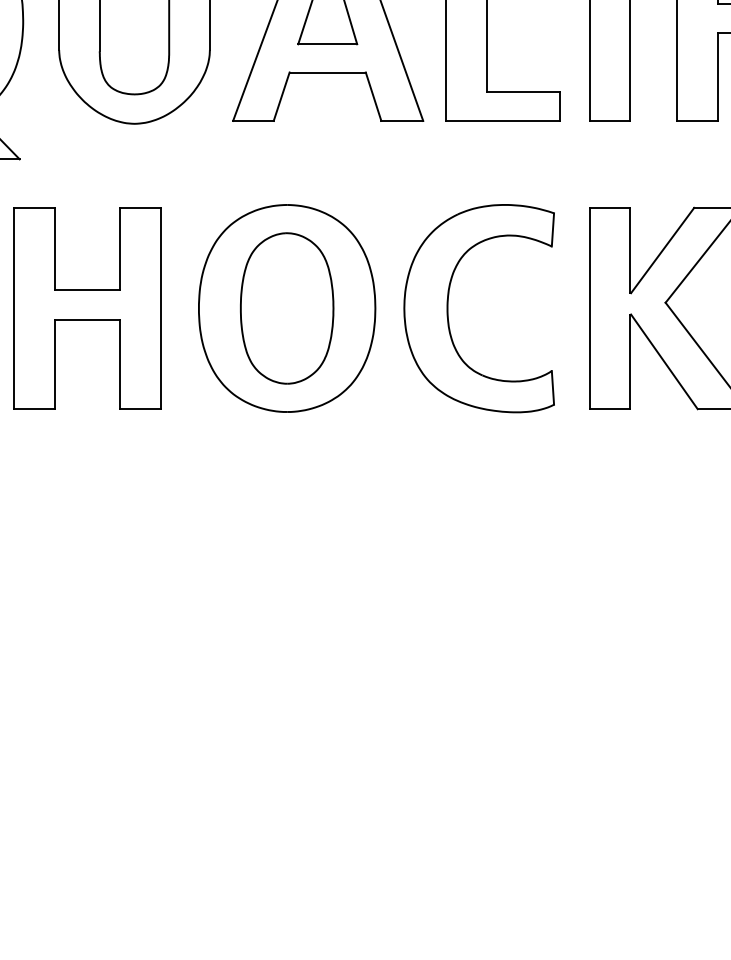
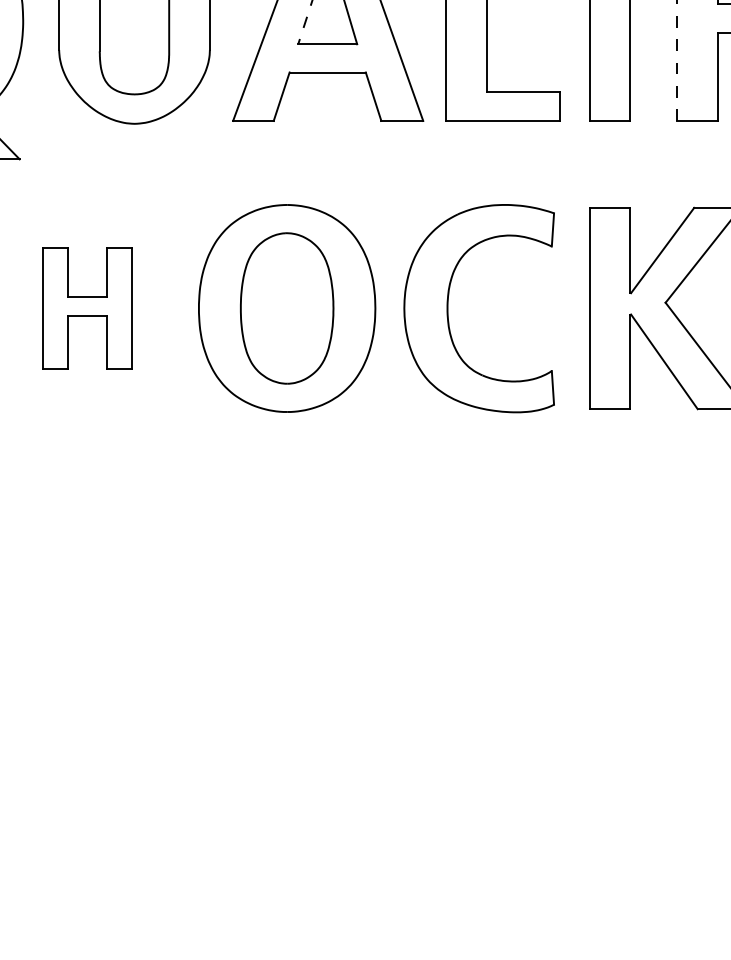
line at (305, 22): solid -> dashed
line at (677, 60): solid -> dashed
part at (87, 308) size: 149x203 px -> 91x123 px
